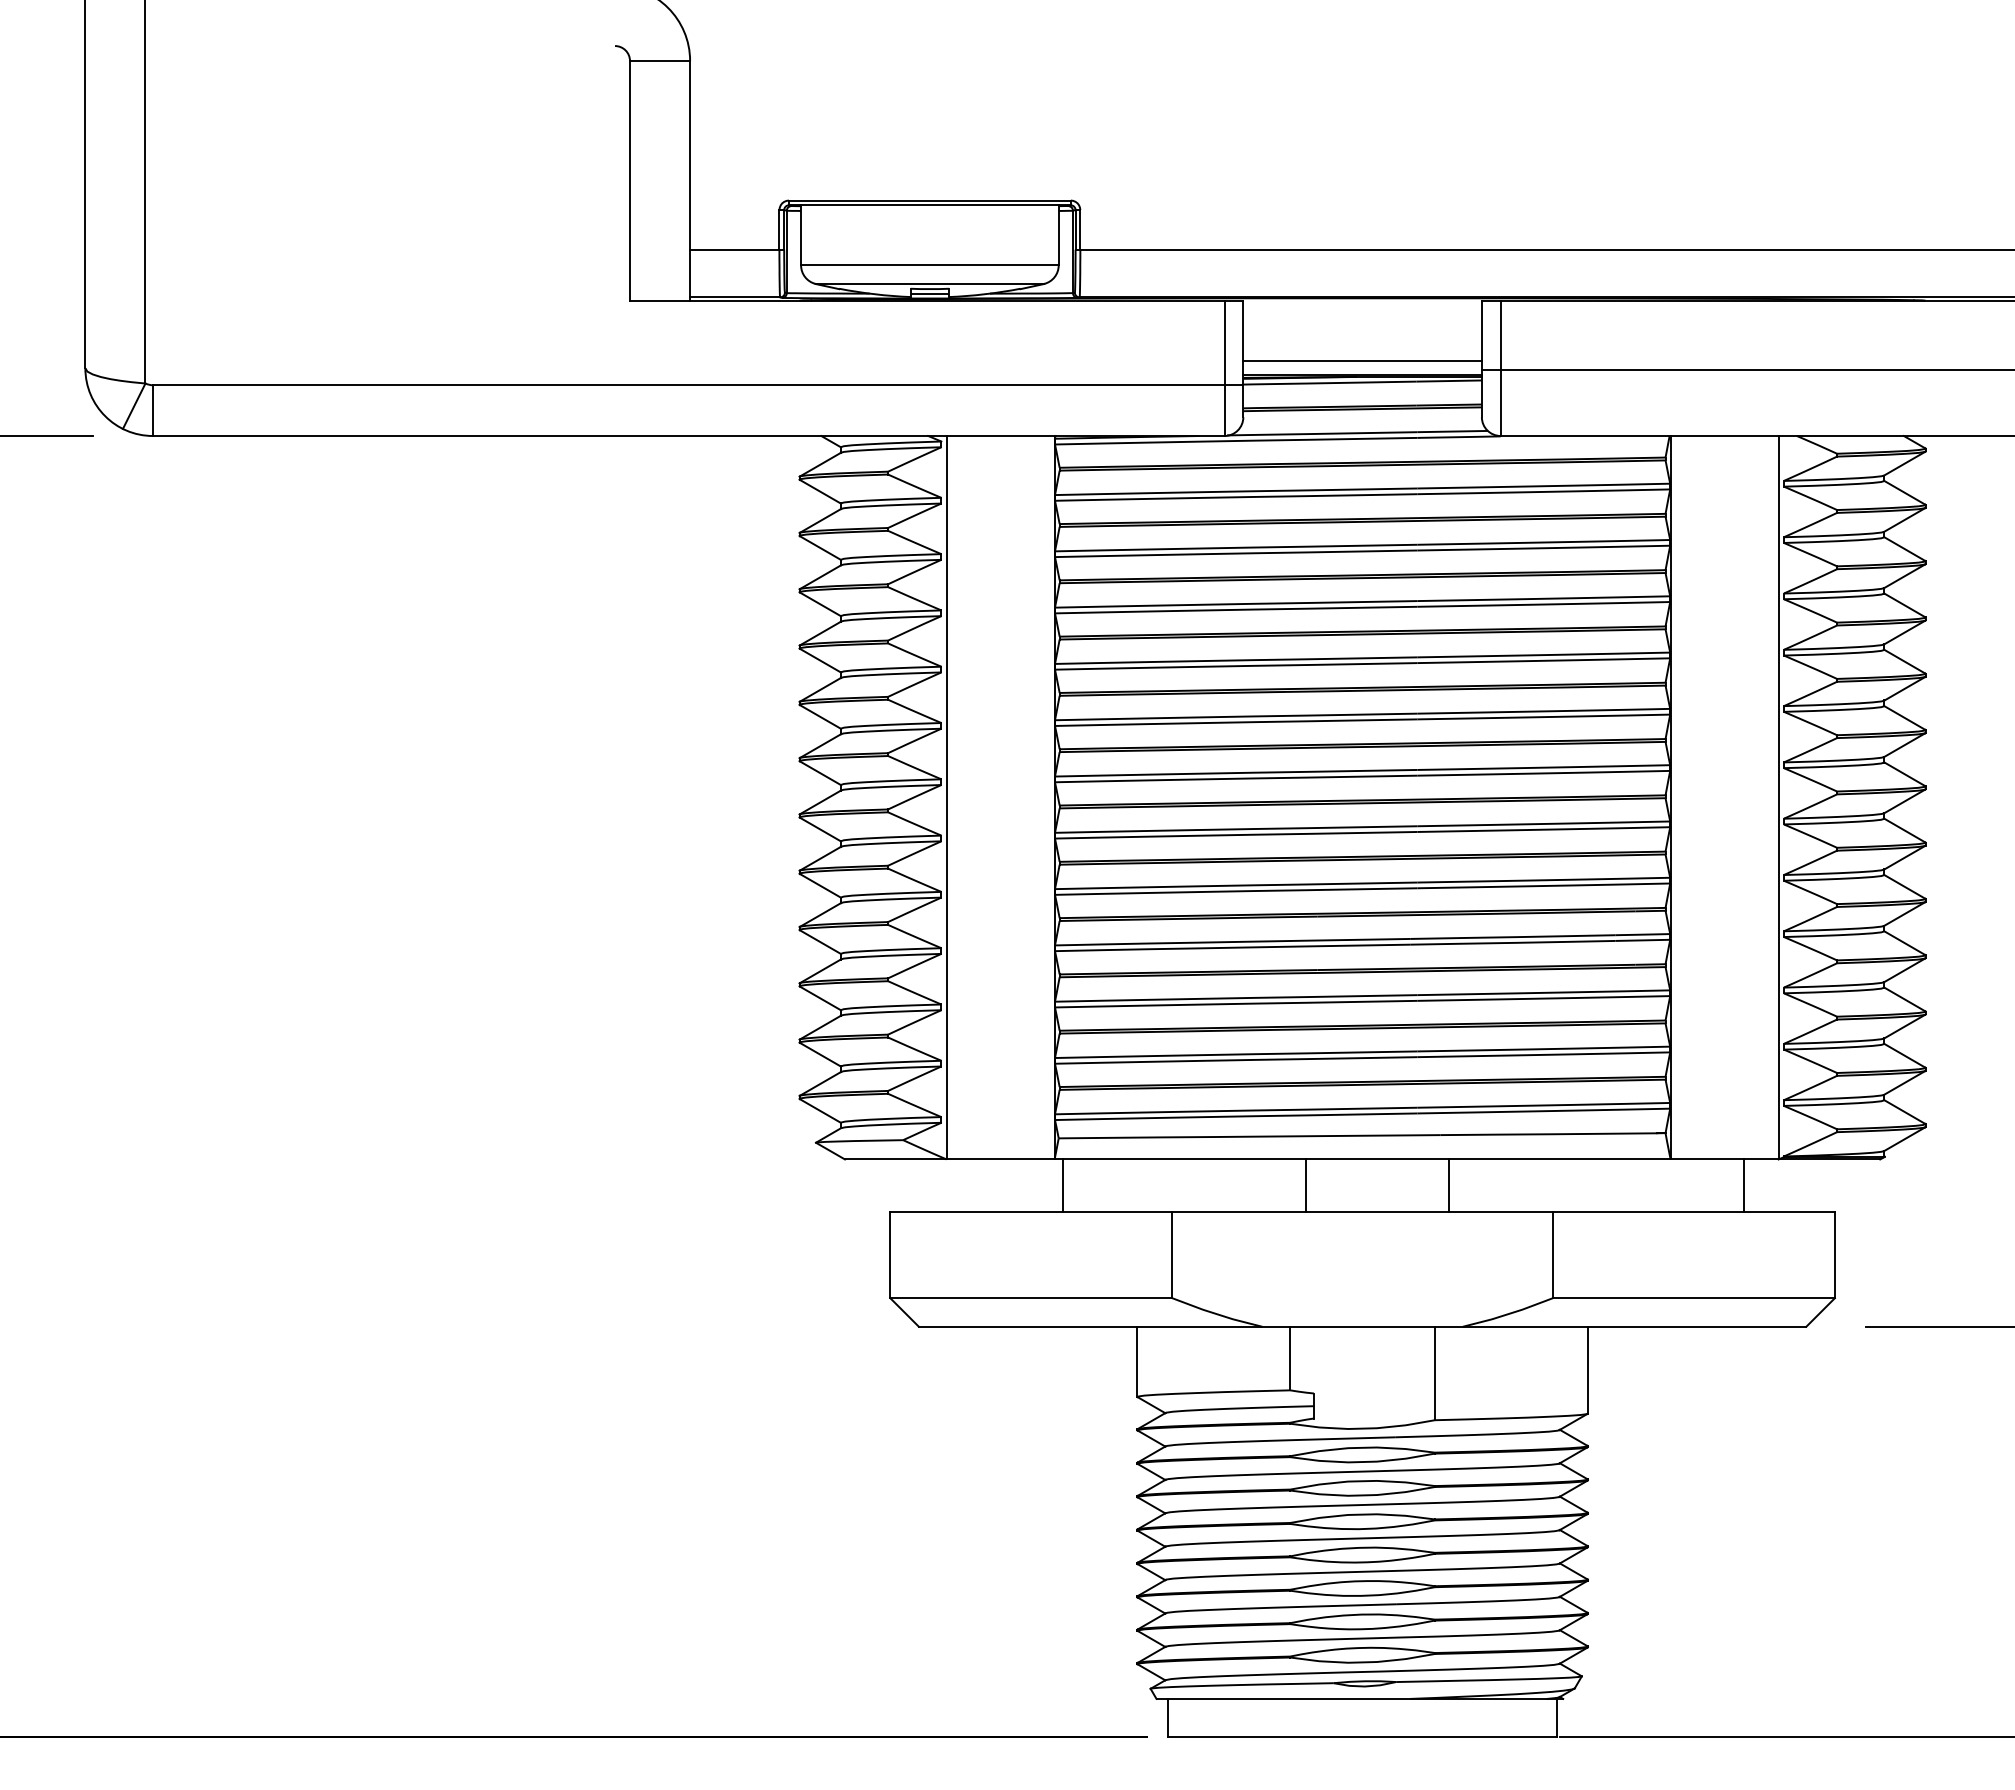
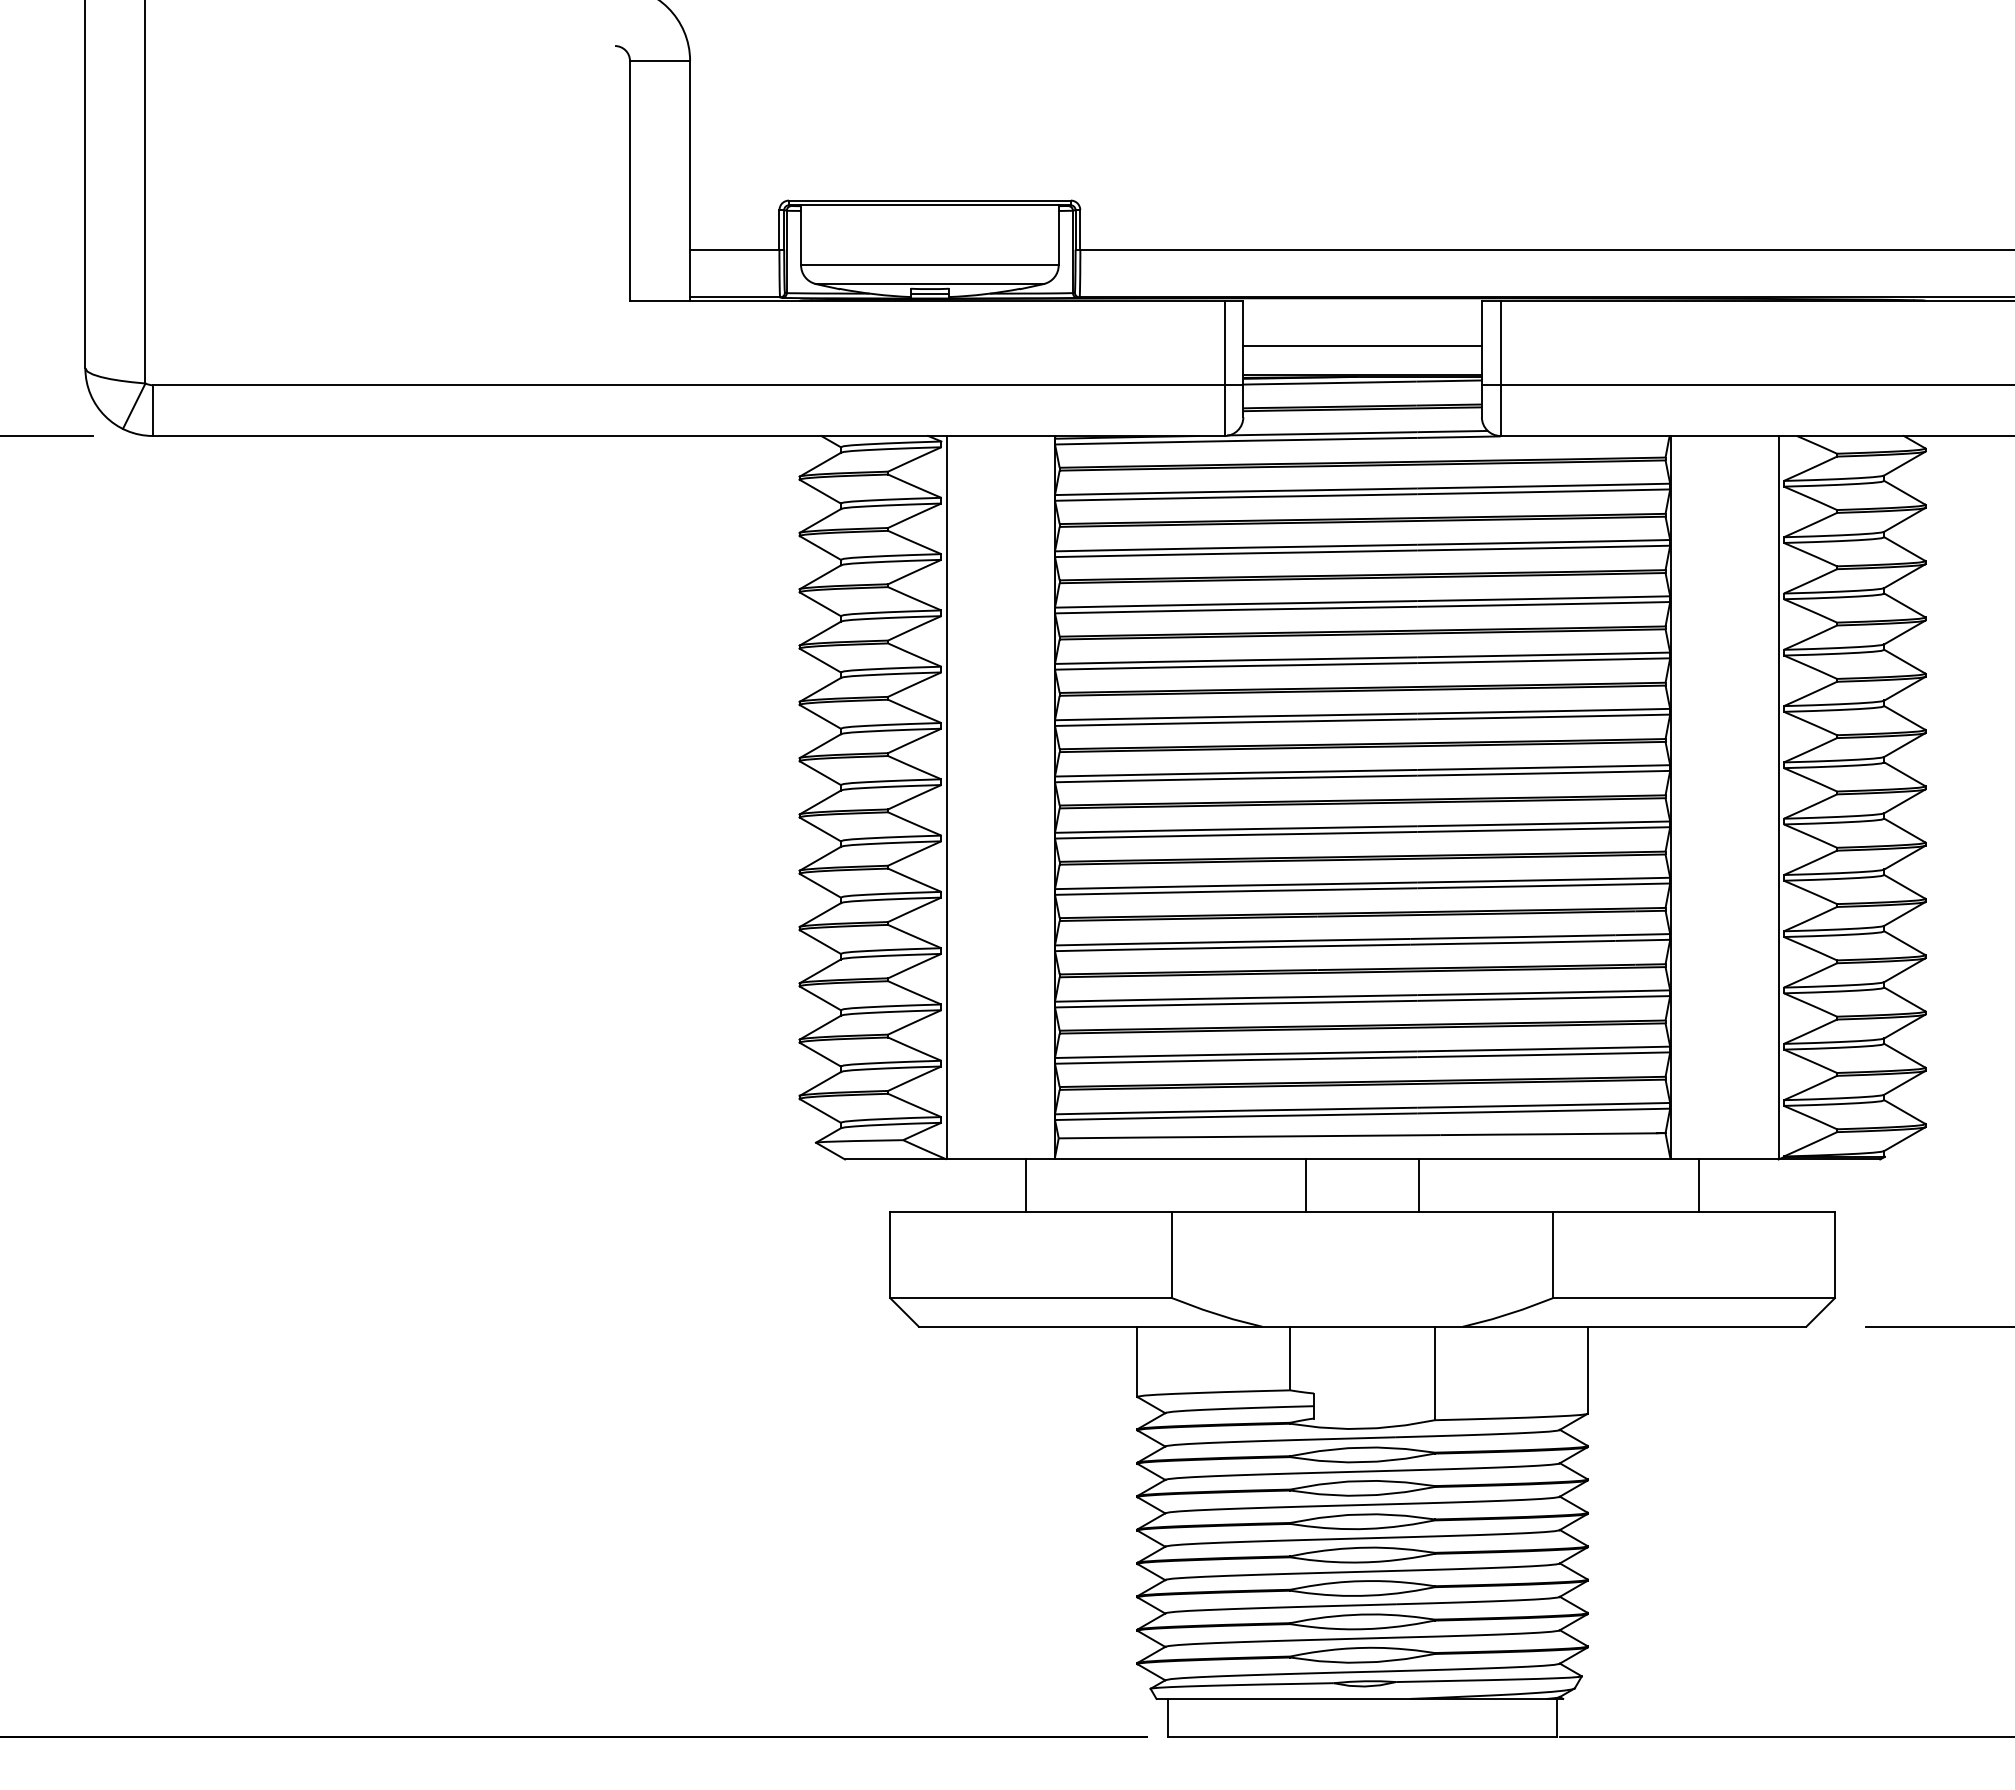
line at (1362, 360) position: (1362, 360) -> (1362, 345)
line at (1746, 370) position: (1746, 370) -> (1746, 385)
line at (1063, 1185) position: (1063, 1185) -> (1026, 1185)
line at (1449, 1185) position: (1449, 1185) -> (1419, 1185)
line at (1743, 1185) position: (1743, 1185) -> (1698, 1185)
